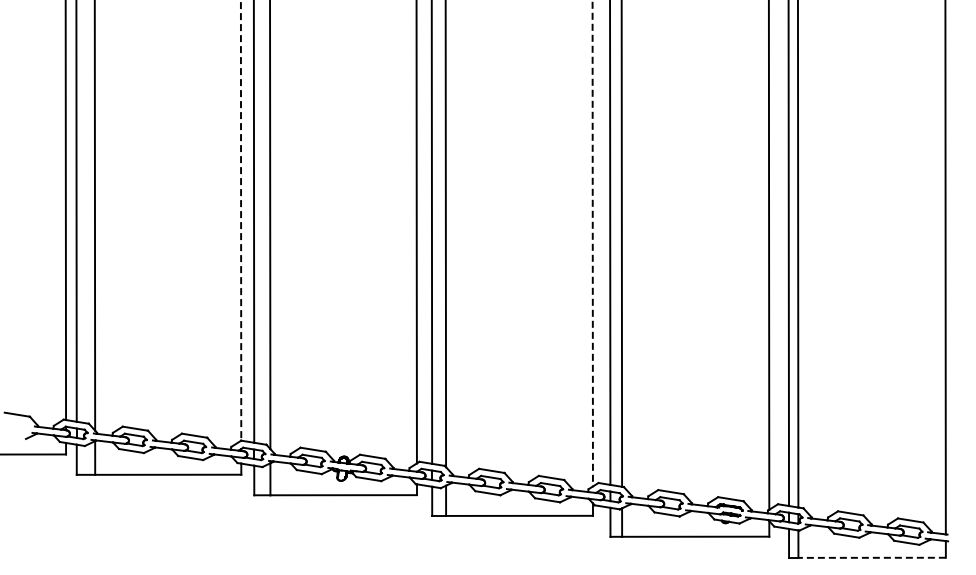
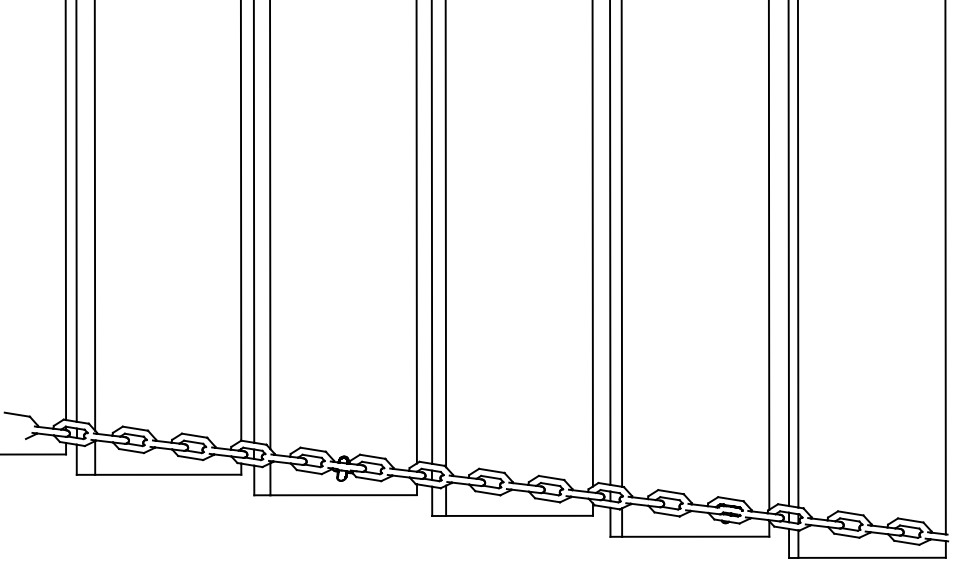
line at (241, 220): dashed -> solid
line at (592, 243): dashed -> solid
line at (872, 557): dashed -> solid
